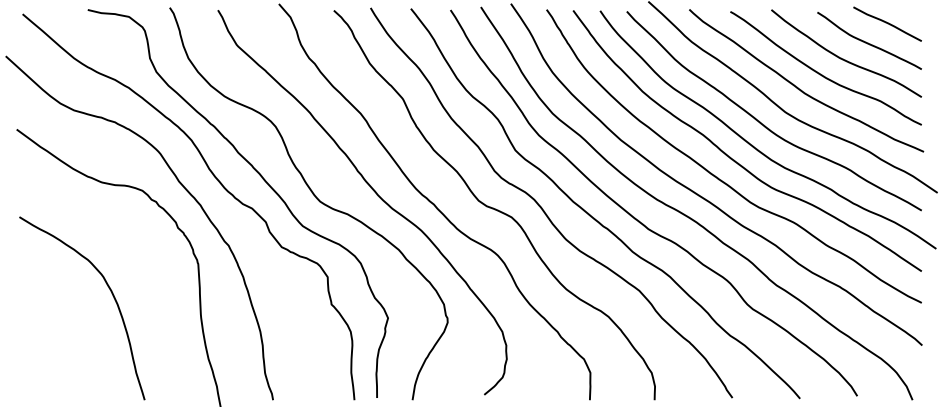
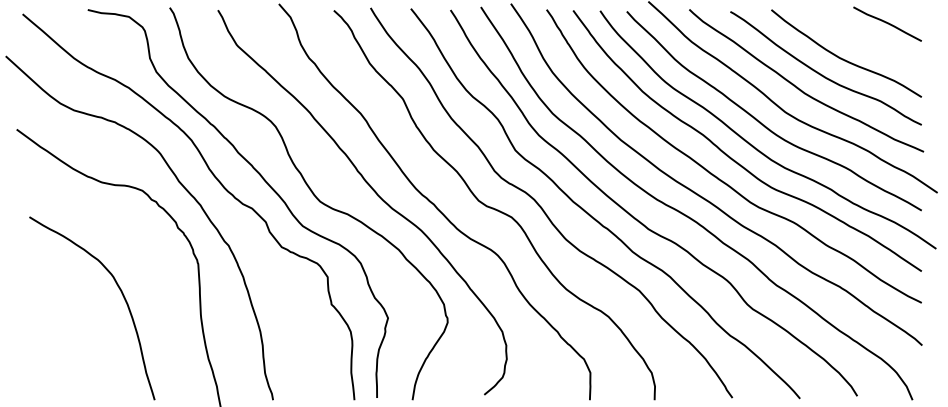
curve at (868, 42): present -> none
curve at (112, 296) position: (112, 296) -> (122, 296)
